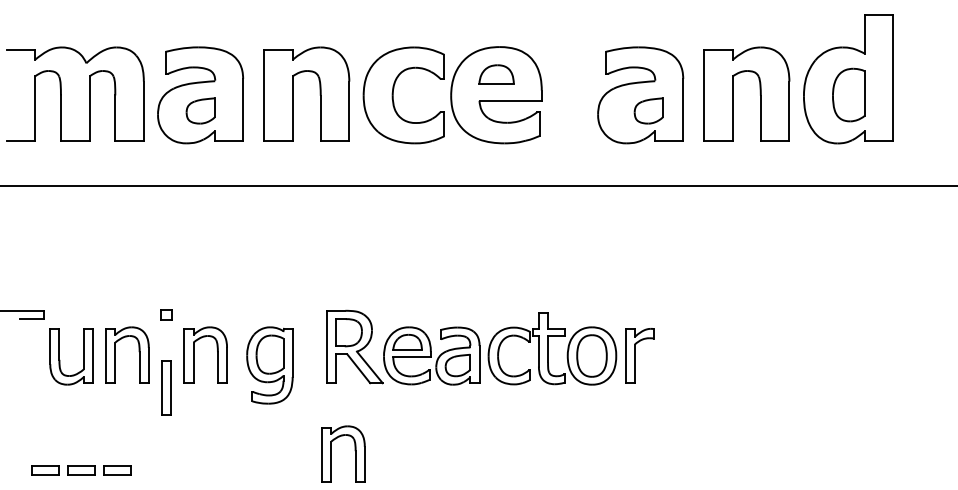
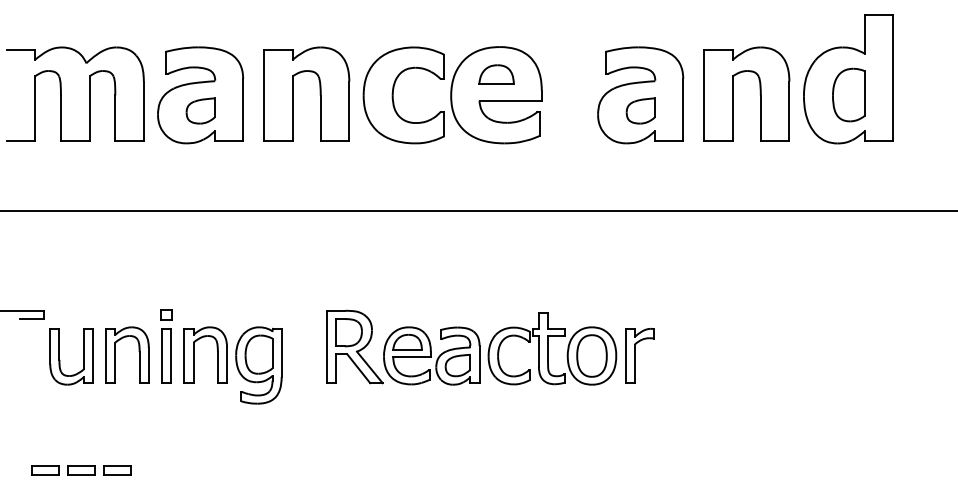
part at (648, 110) position: (648, 110) -> (640, 110)
line at (478, 186) position: (478, 186) -> (478, 211)
part at (269, 365) position: (269, 365) -> (258, 365)
part at (166, 387) position: (166, 387) -> (166, 355)
part at (354, 450): present -> none
